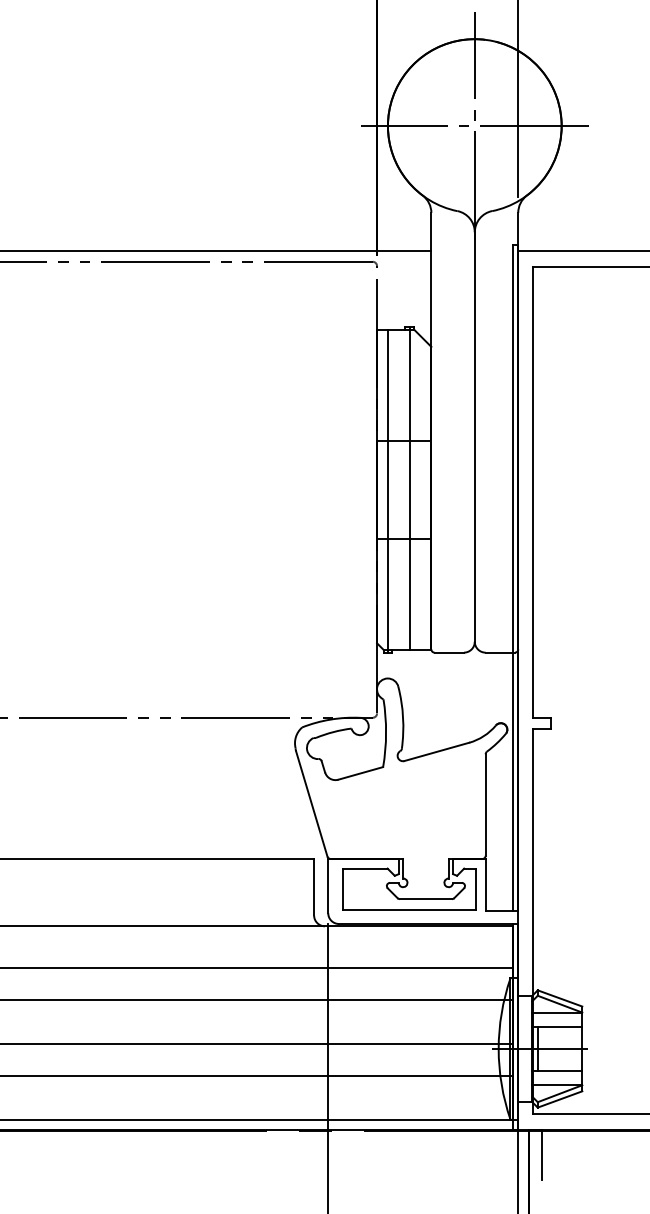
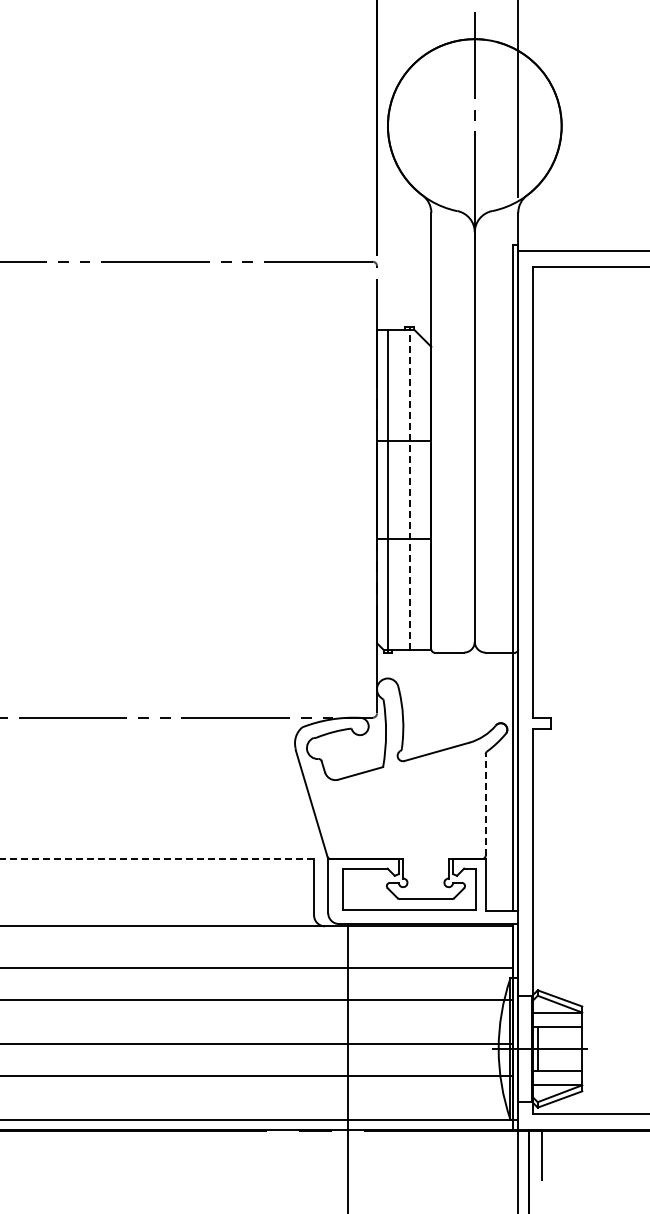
line at (474, 126): present -> none
line at (216, 250): present -> none
line at (409, 488): solid -> dashed
line at (485, 805): solid -> dashed
line at (157, 858): solid -> dashed
line at (328, 1067) position: (328, 1067) -> (348, 1067)
